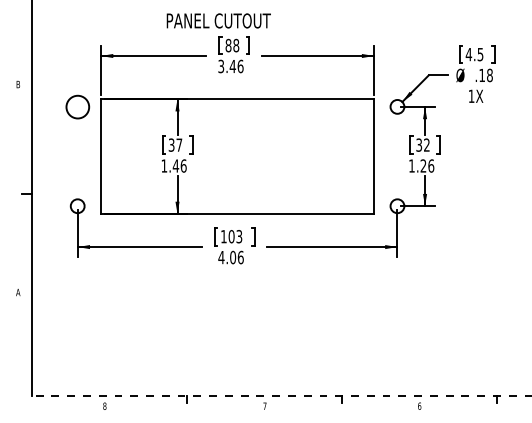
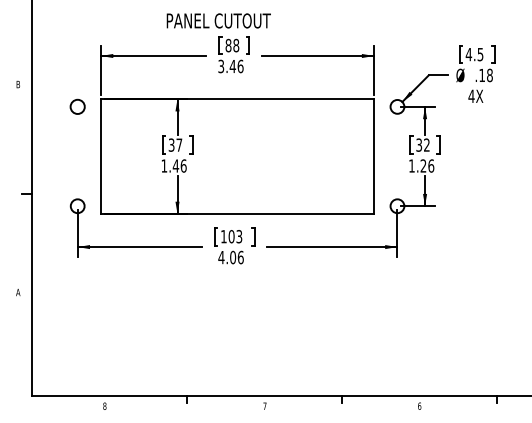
text at (471, 95): 1X -> 4X
circle at (77, 106) size: 26x26 px -> 17x17 px
line at (281, 396): dashed -> solid
